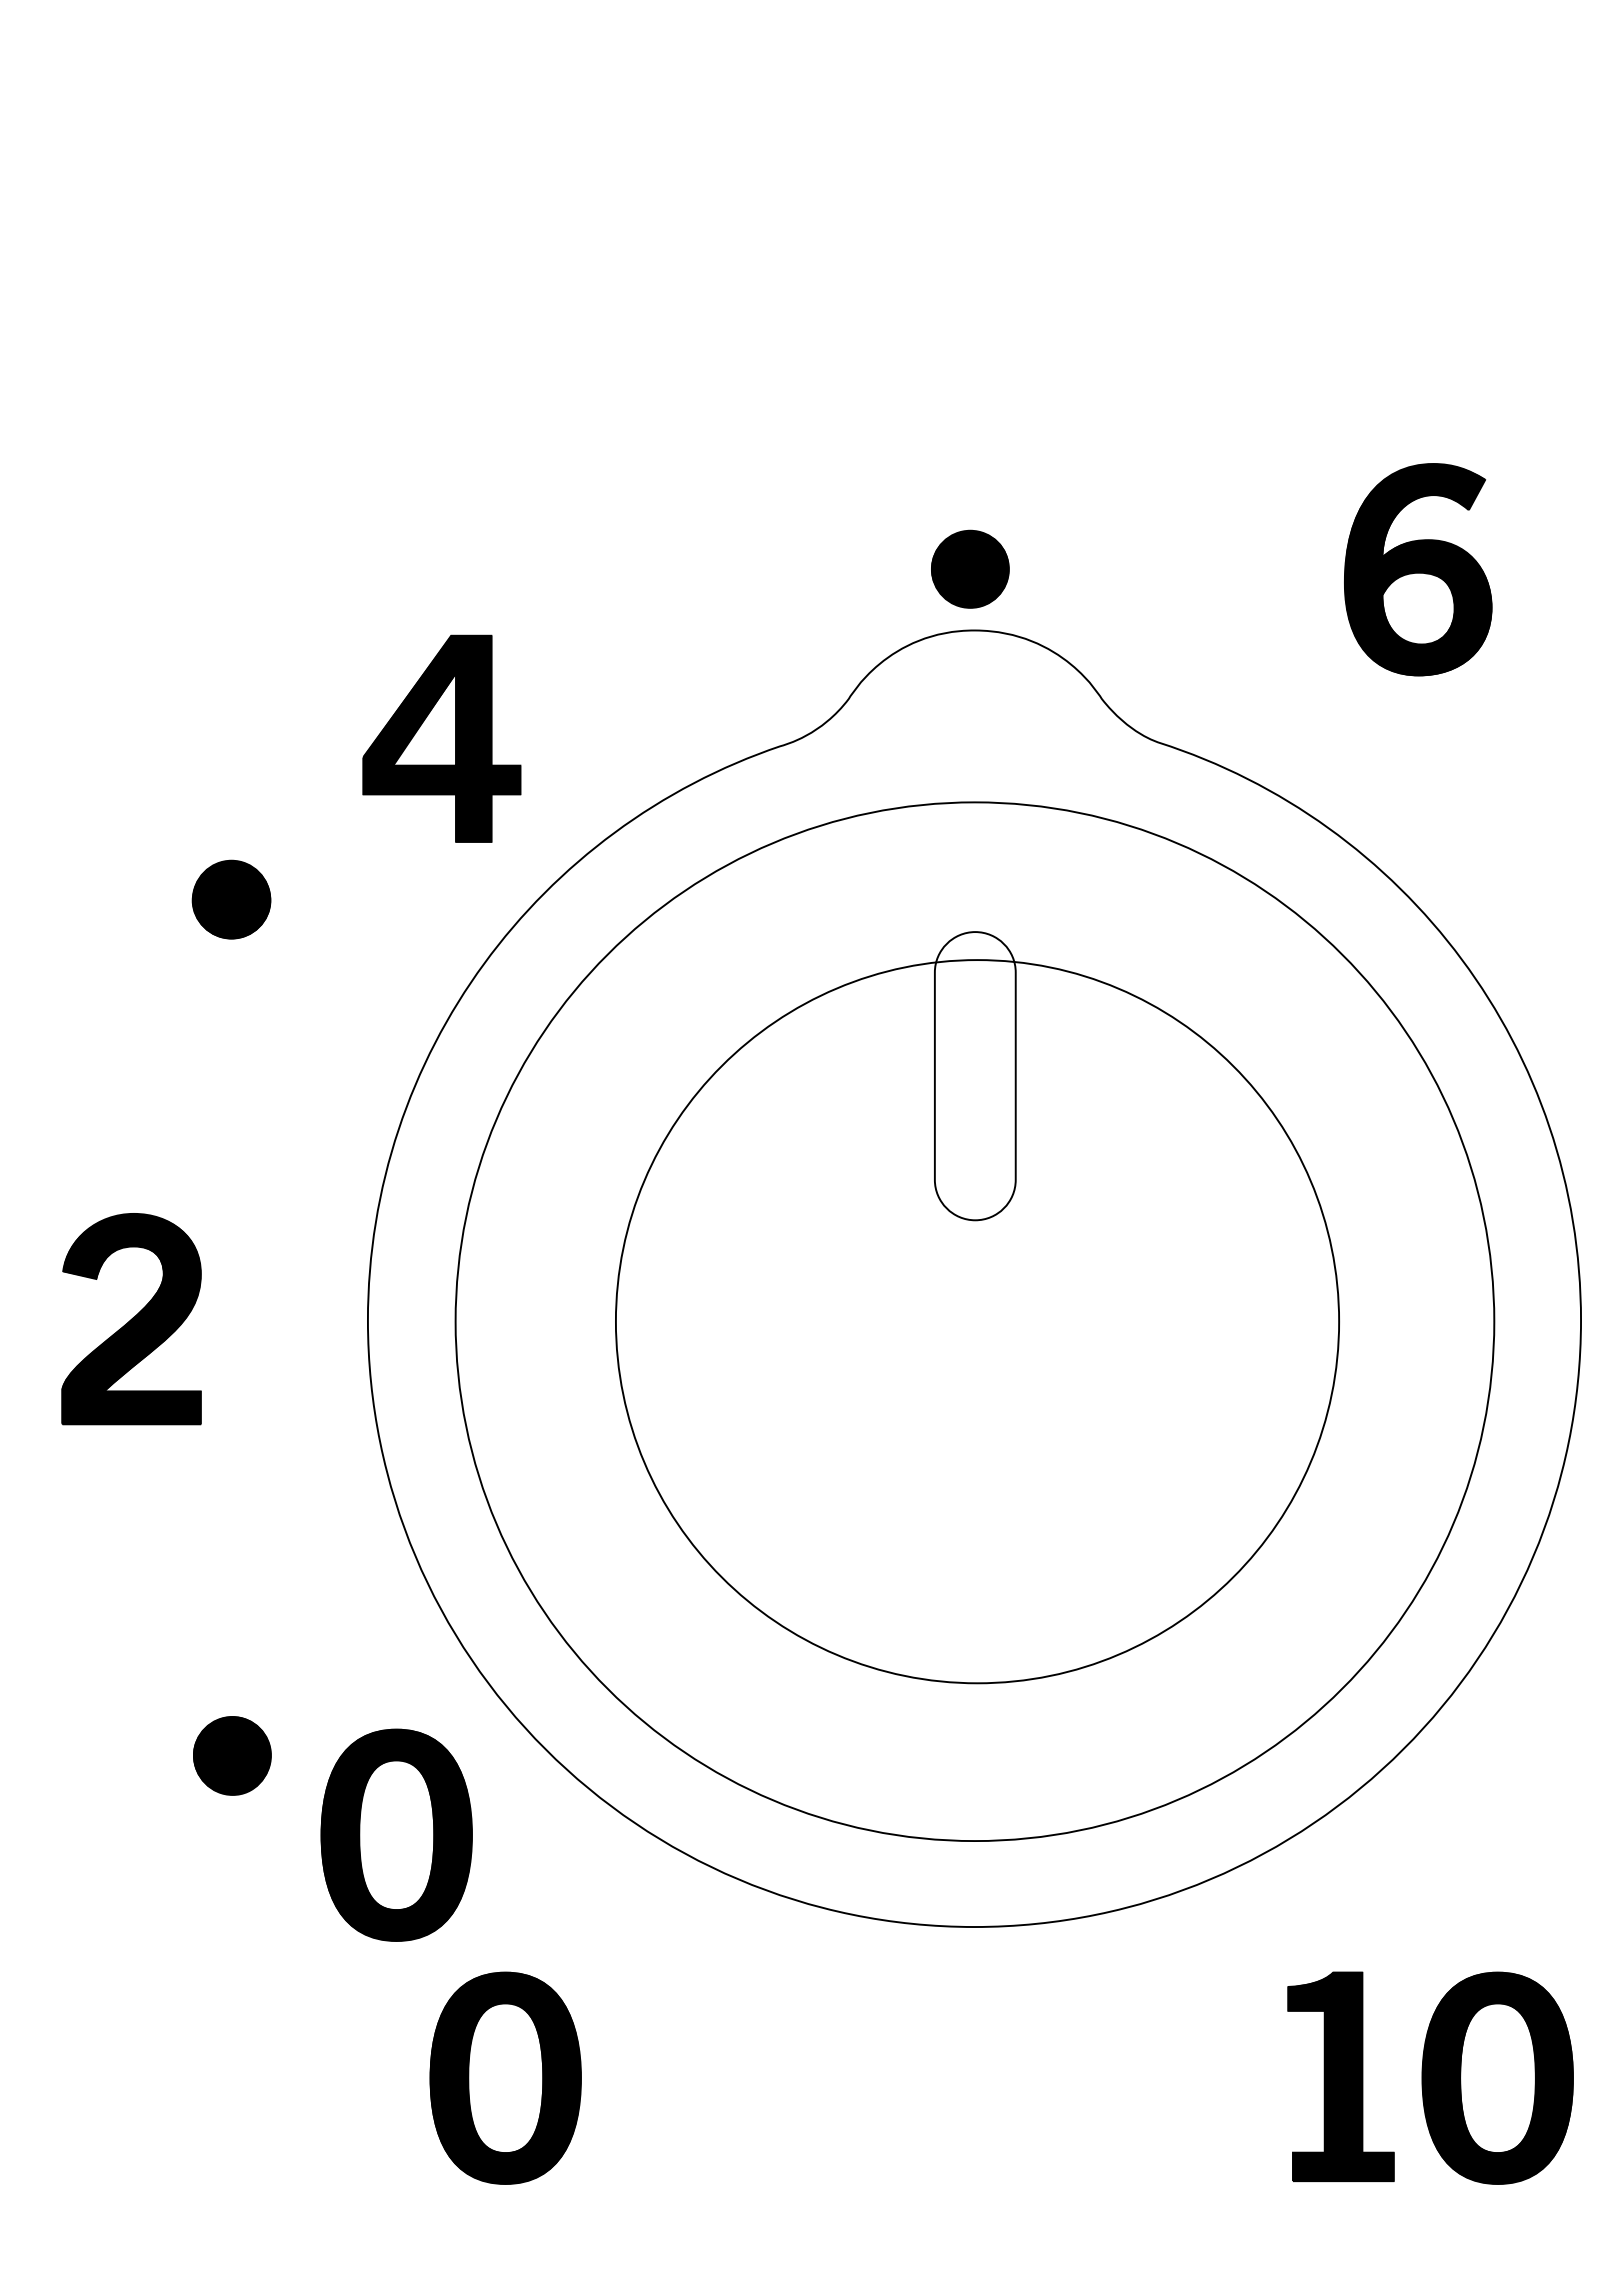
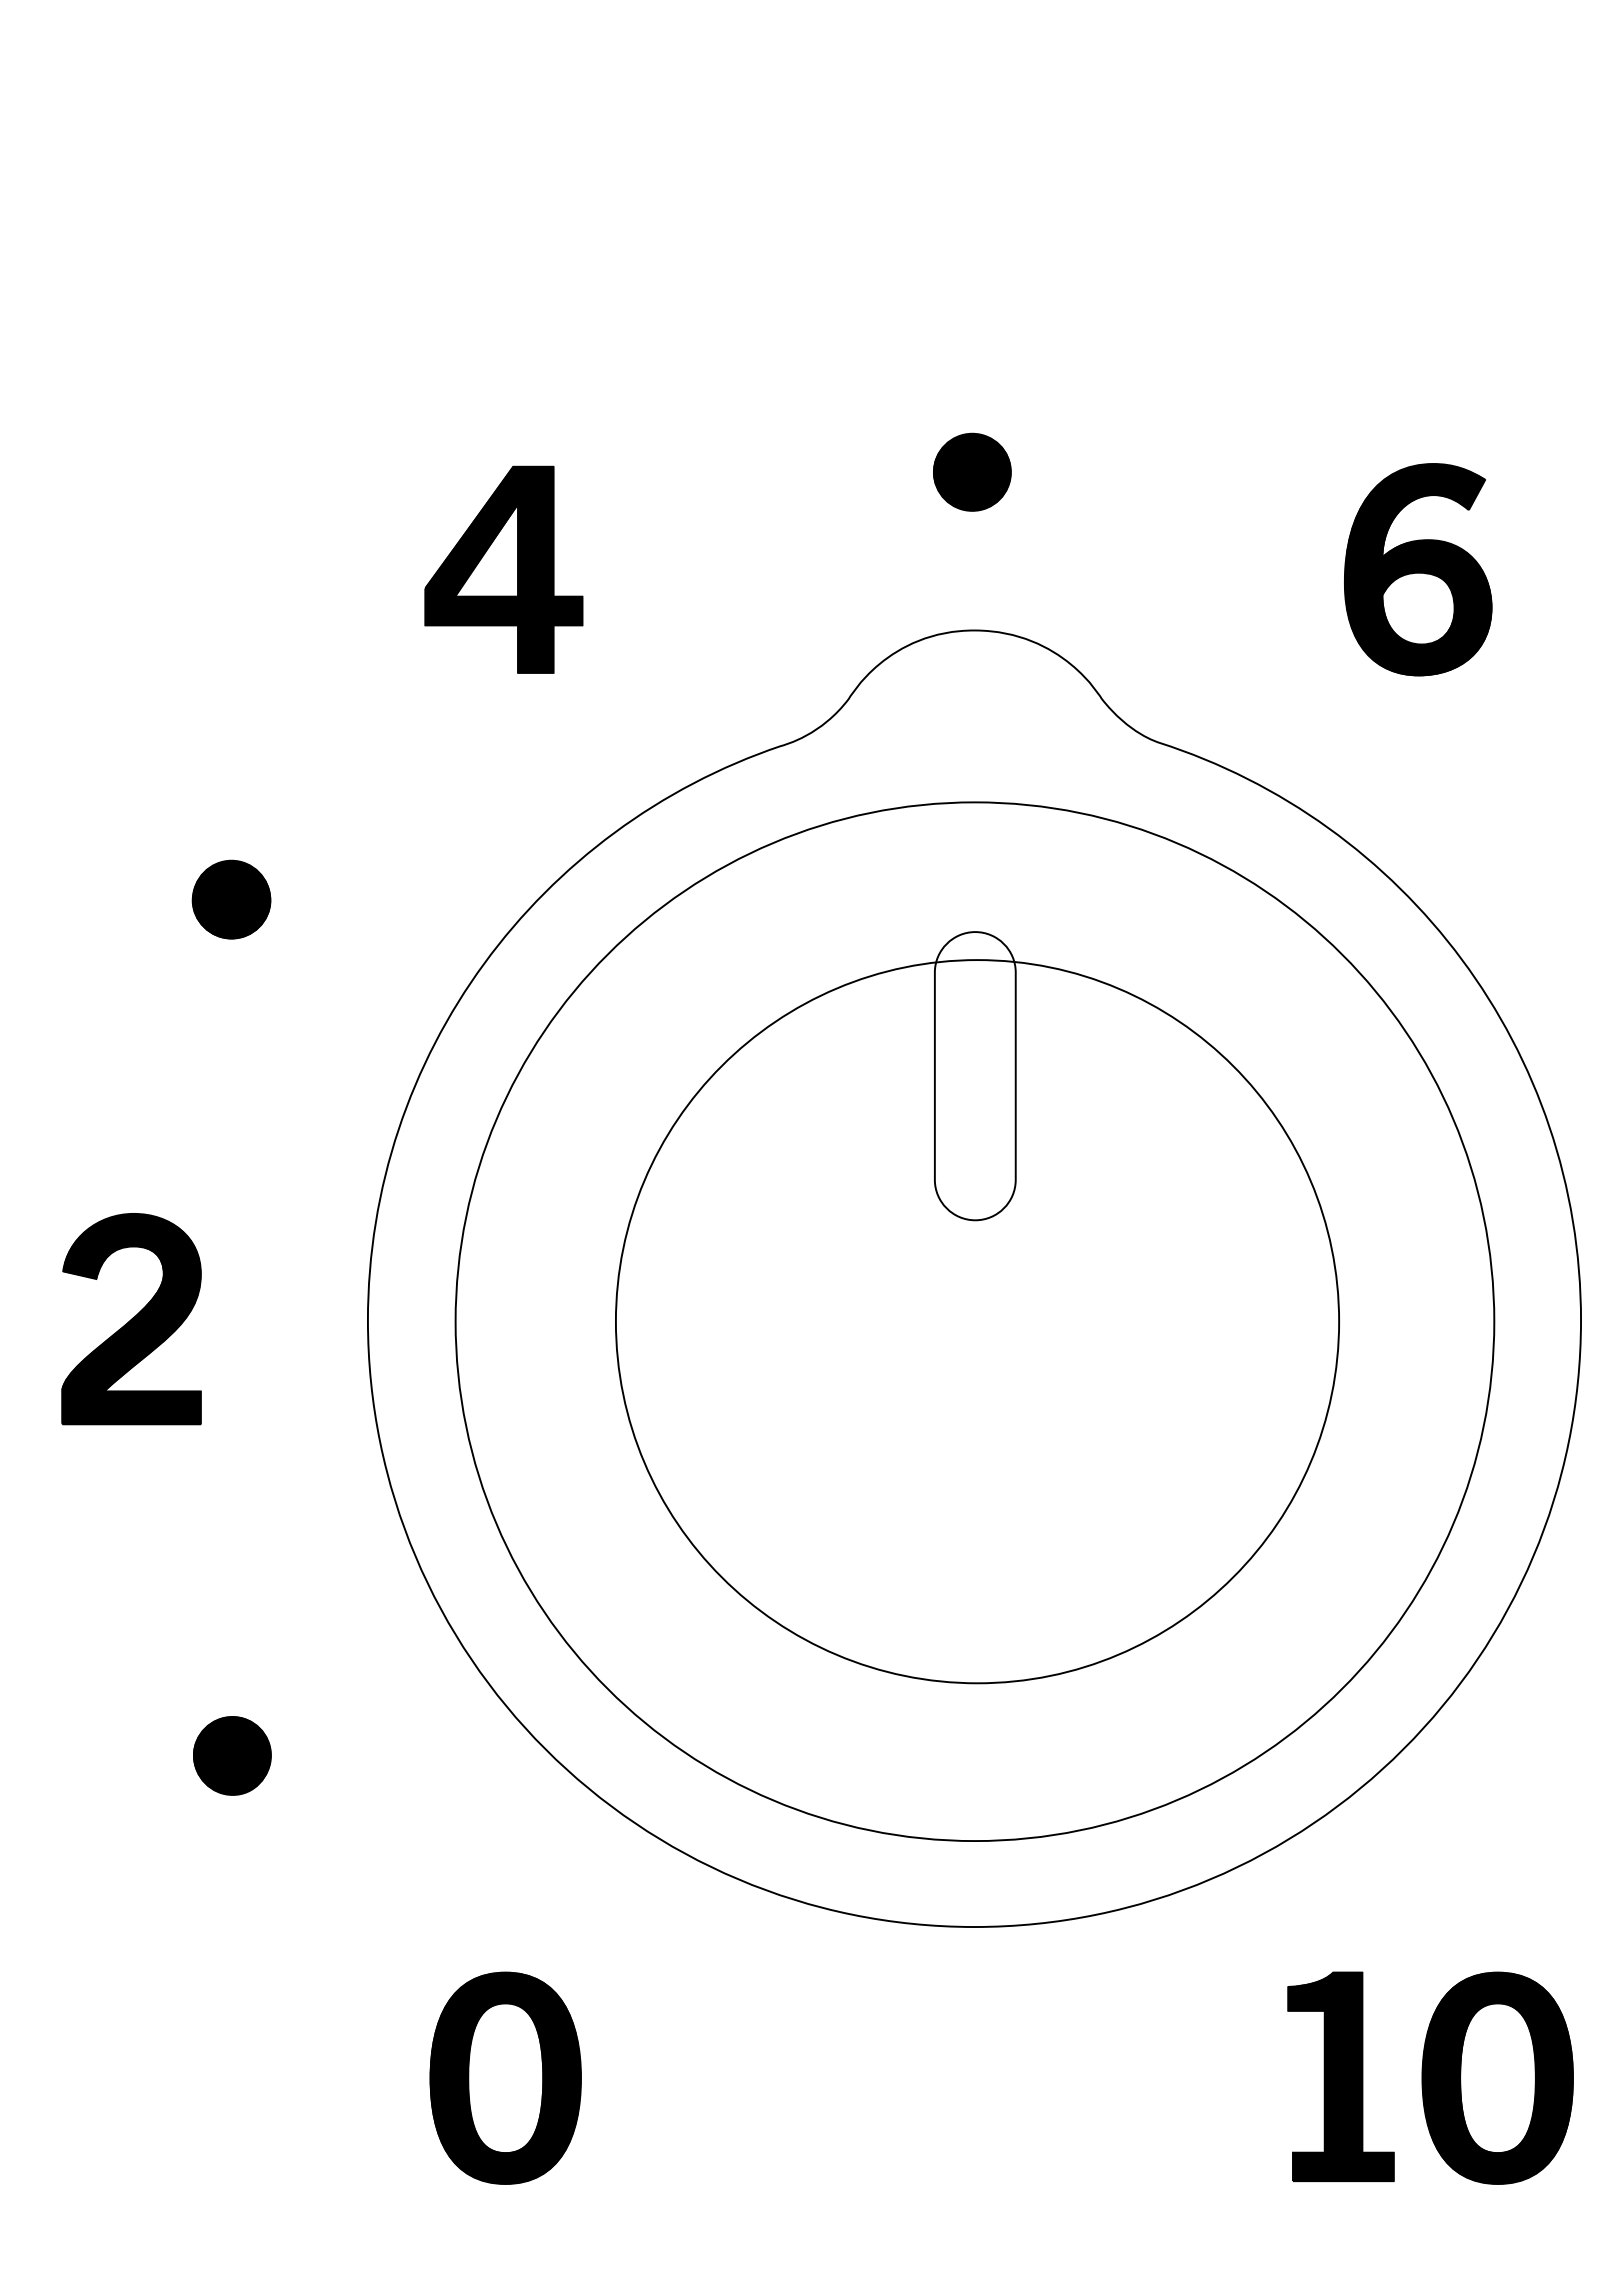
part at (970, 568) position: (970, 568) -> (972, 471)
part at (441, 738) position: (441, 738) -> (503, 569)
part at (396, 1834): present -> none
